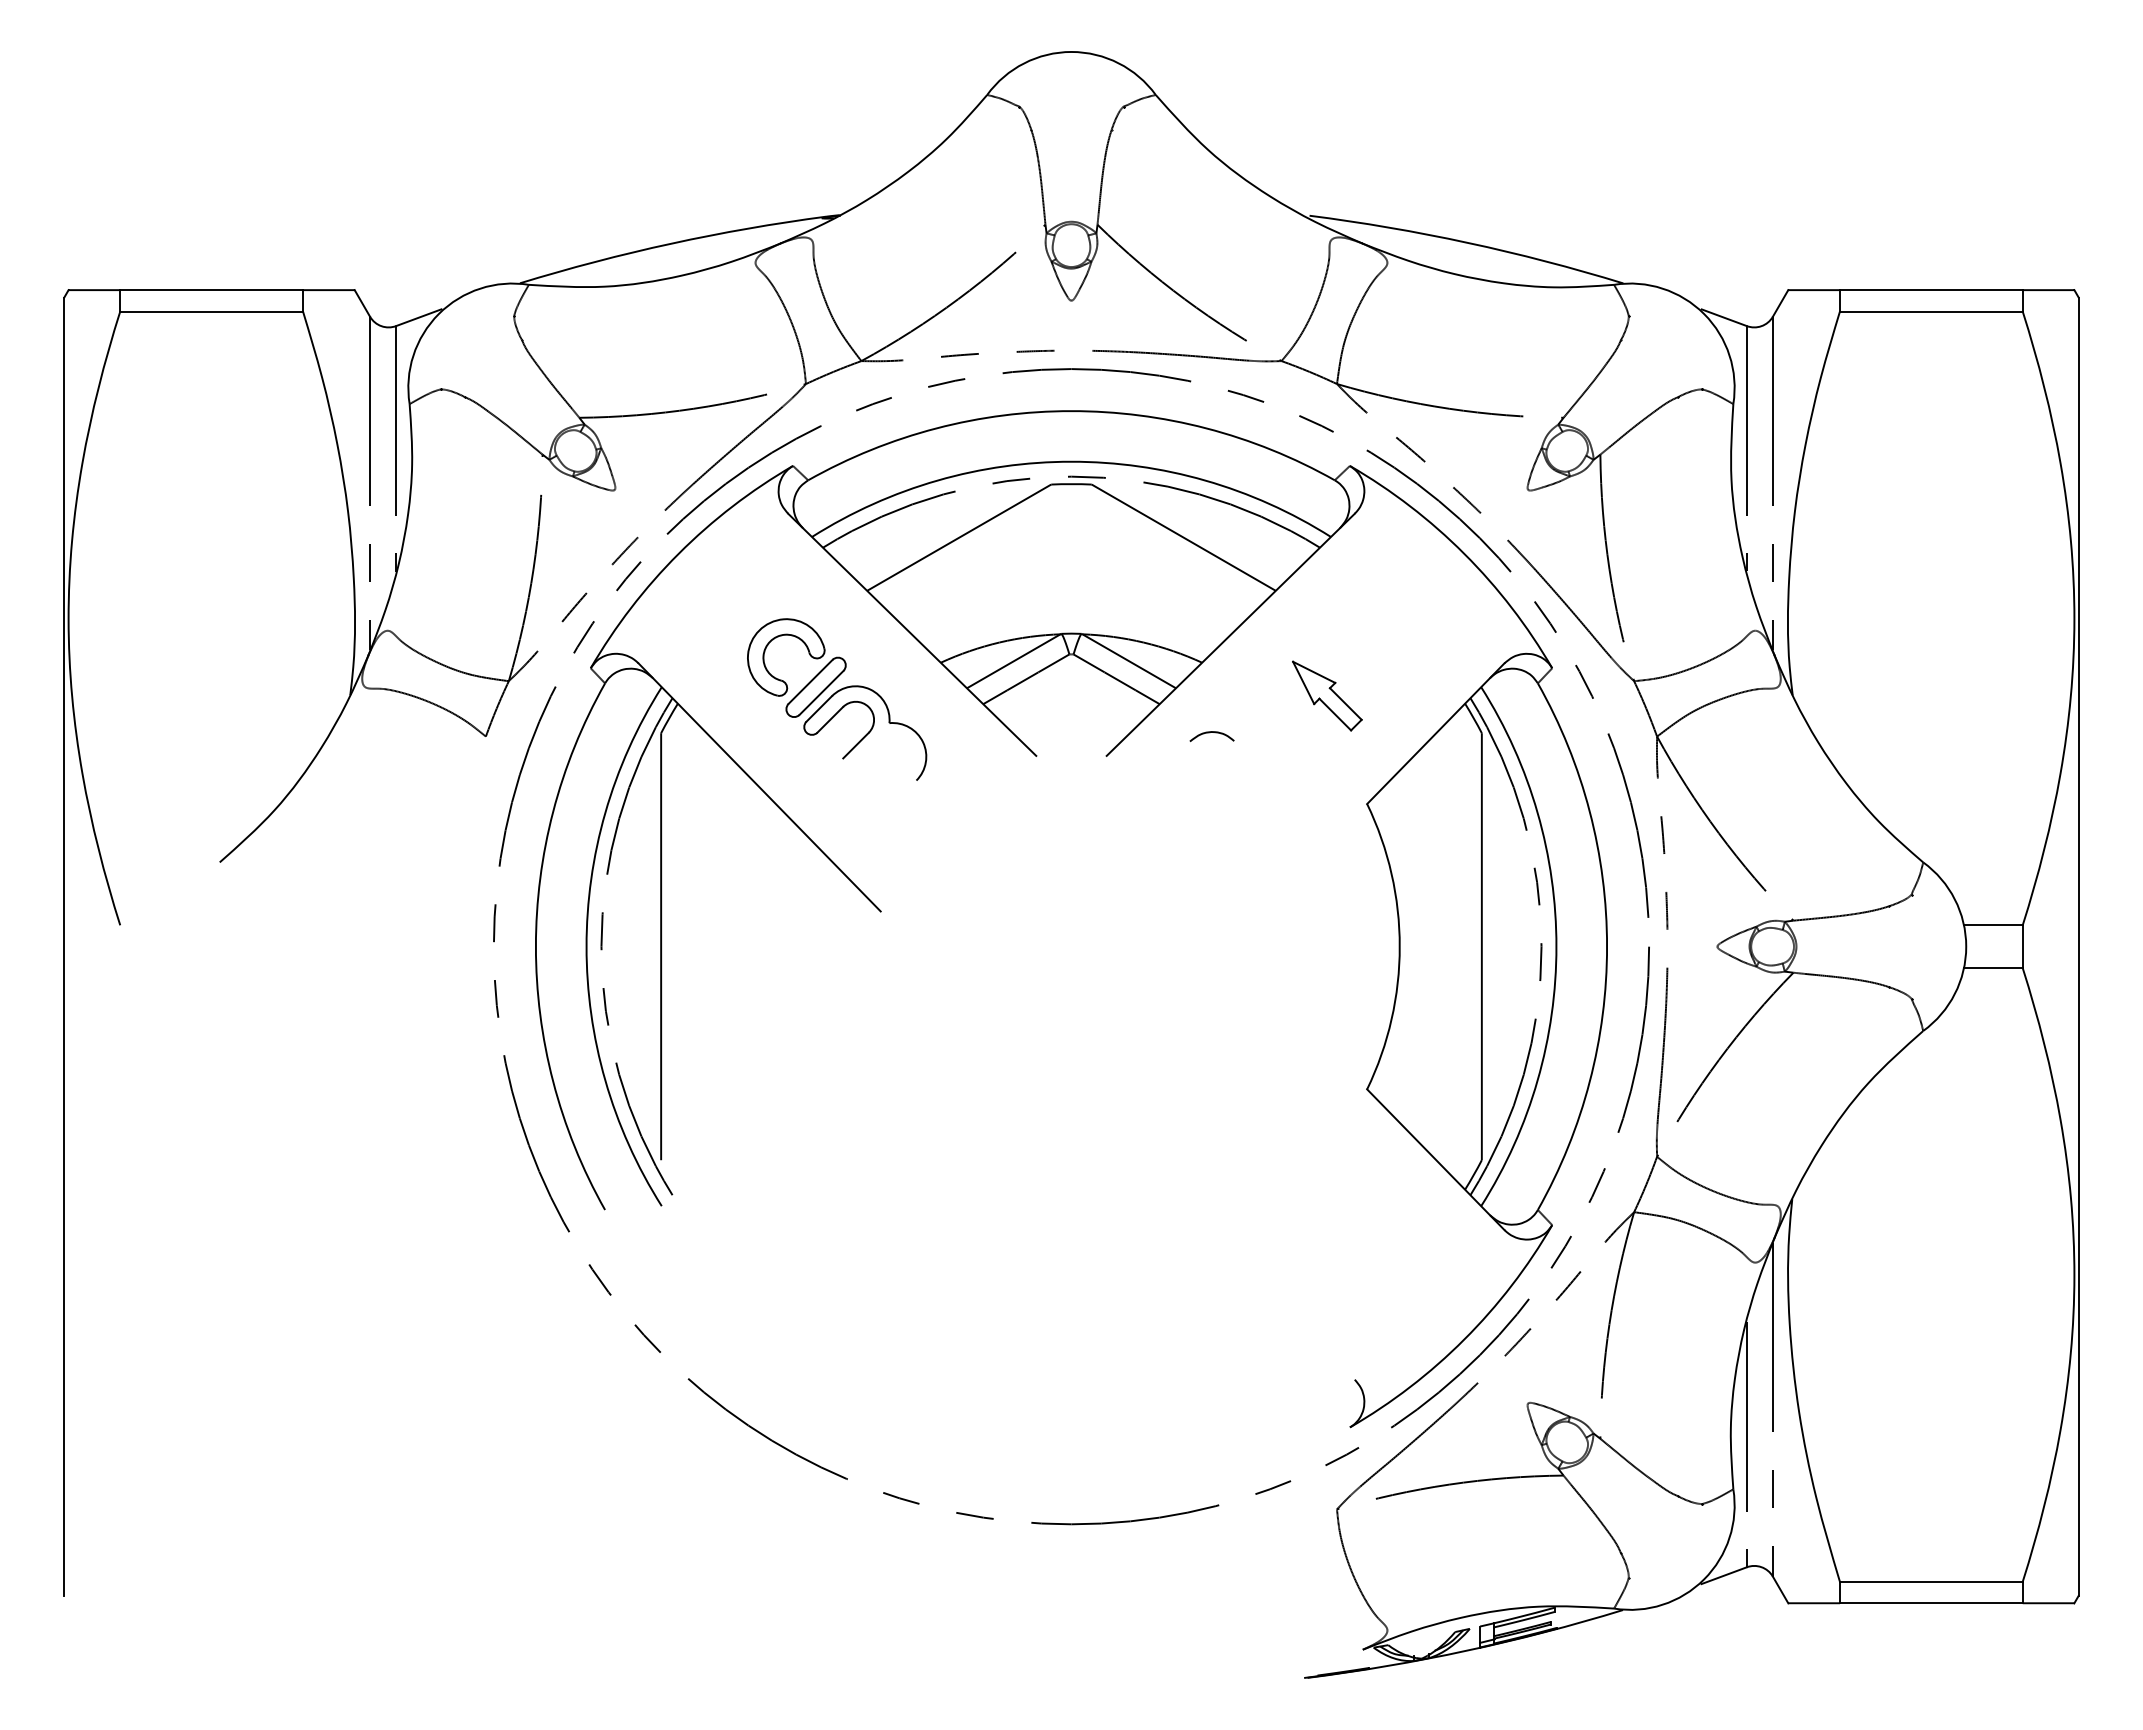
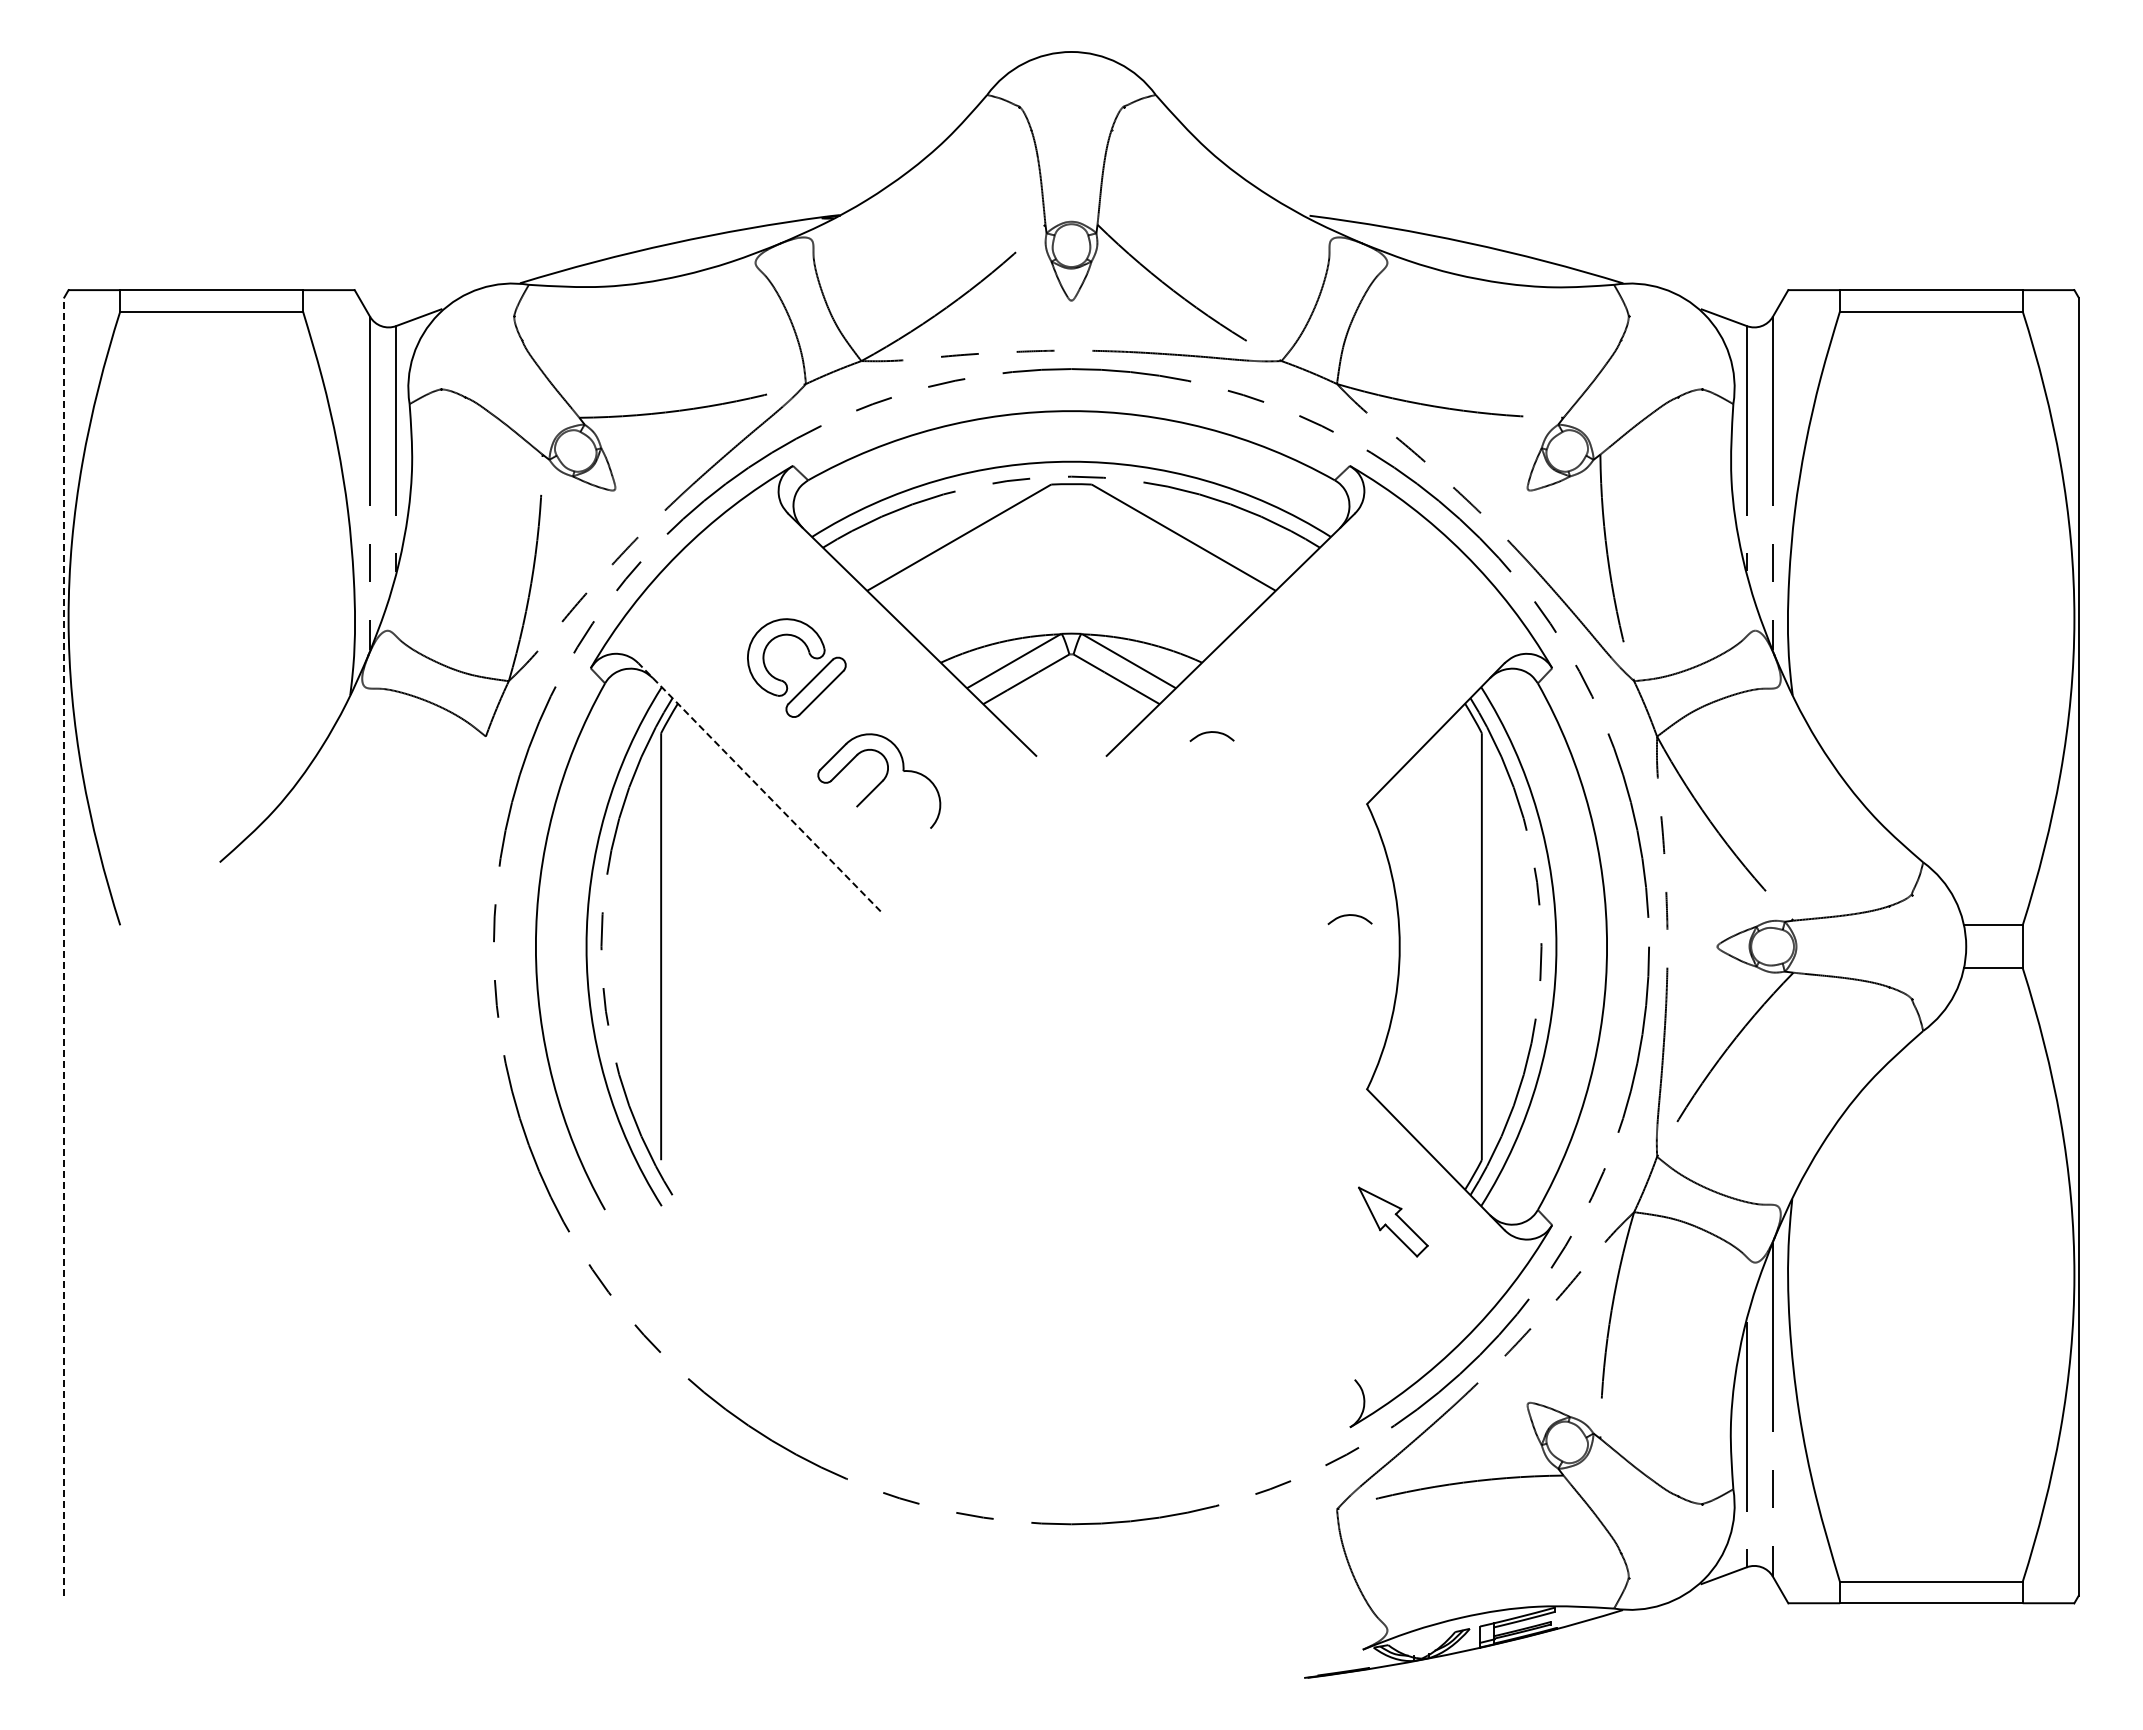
part at (1327, 695) position: (1327, 695) -> (1393, 1221)
part at (865, 732) position: (865, 732) -> (879, 780)
line at (759, 787): solid -> dashed
curve at (1347, 916): none -> present
line at (64, 946): solid -> dashed
